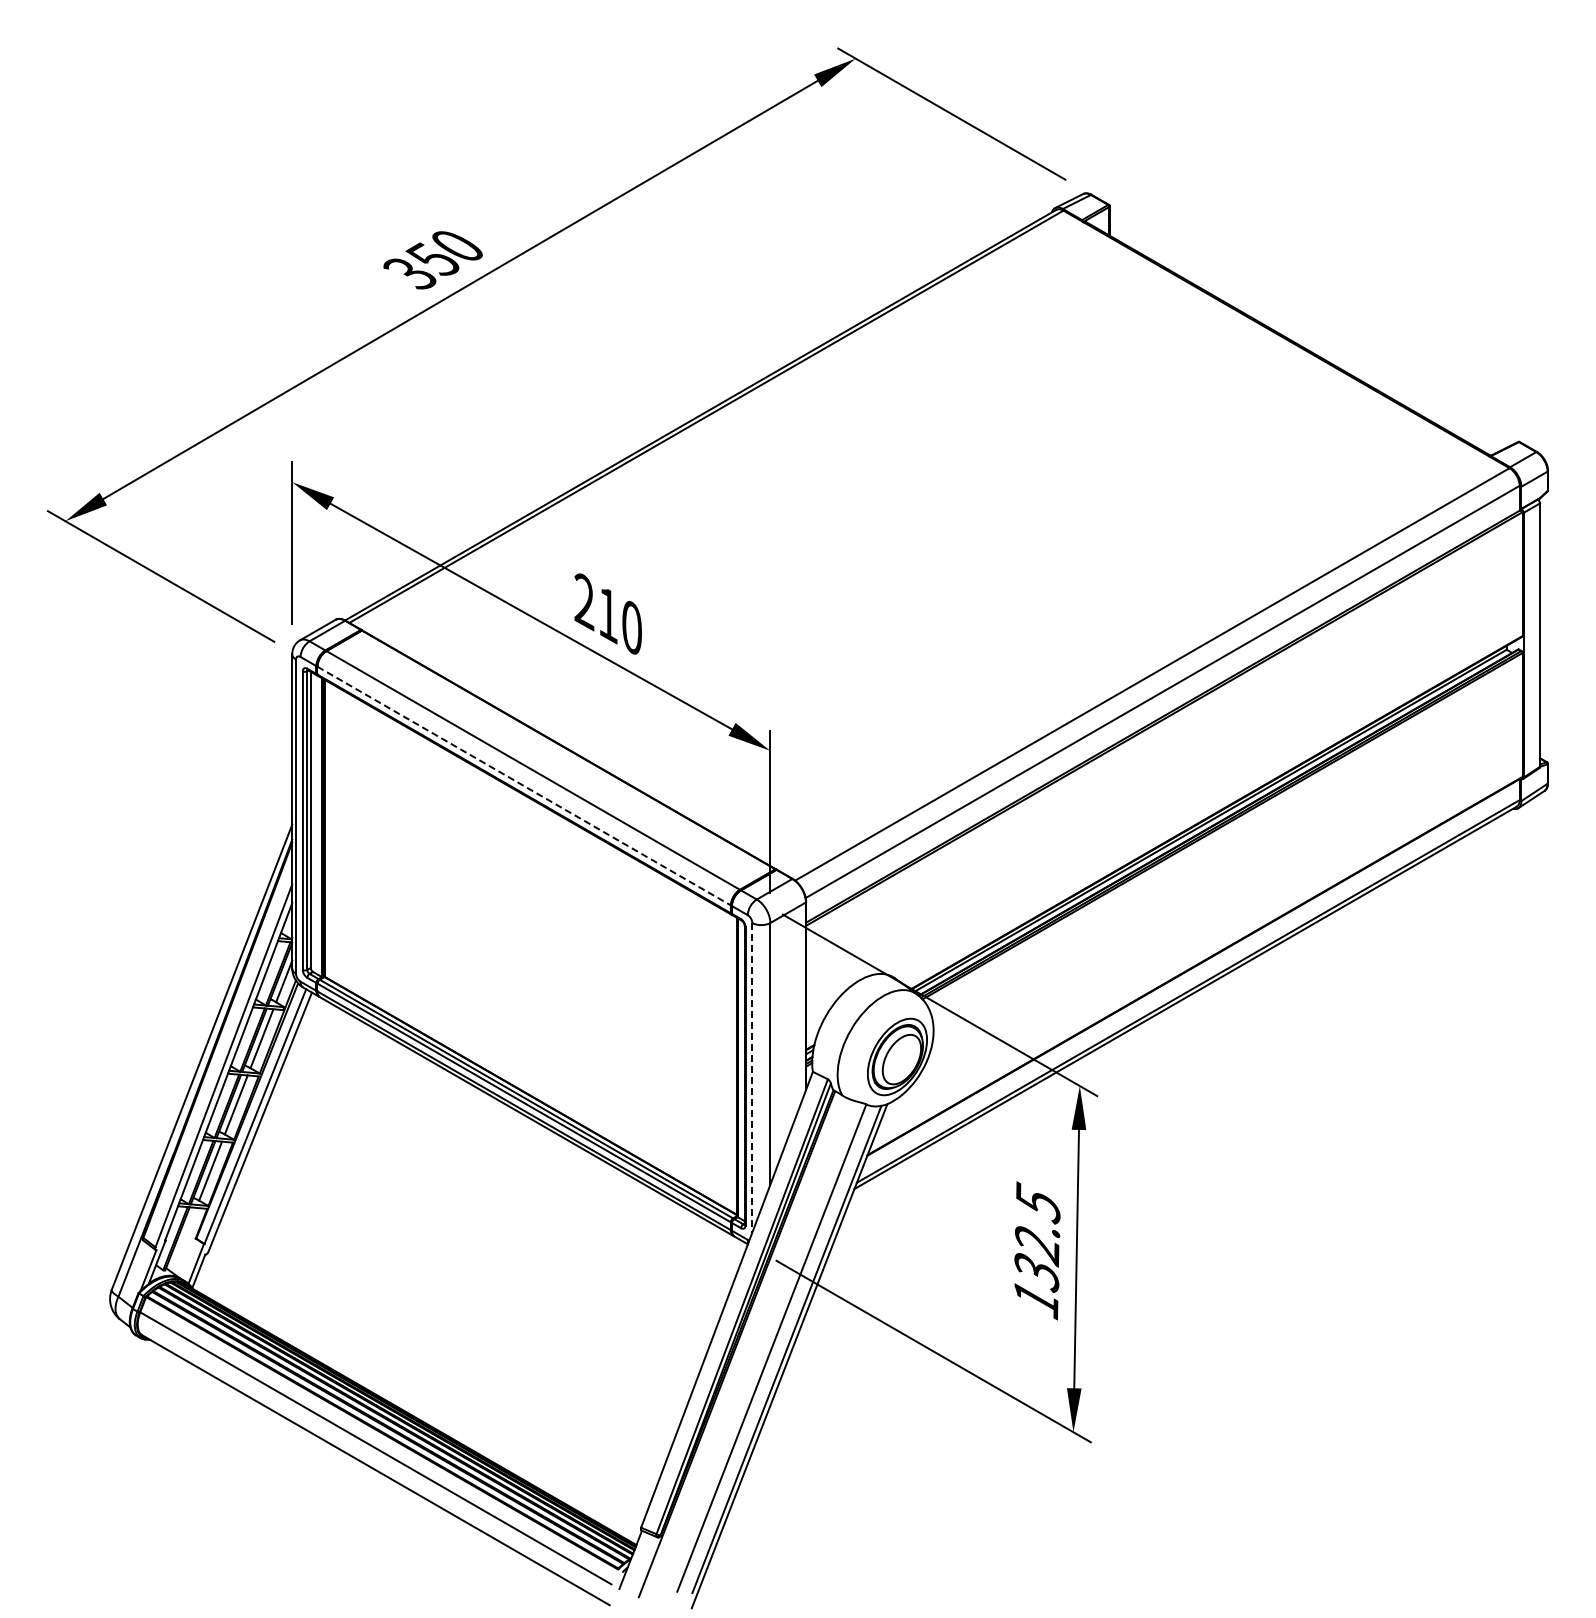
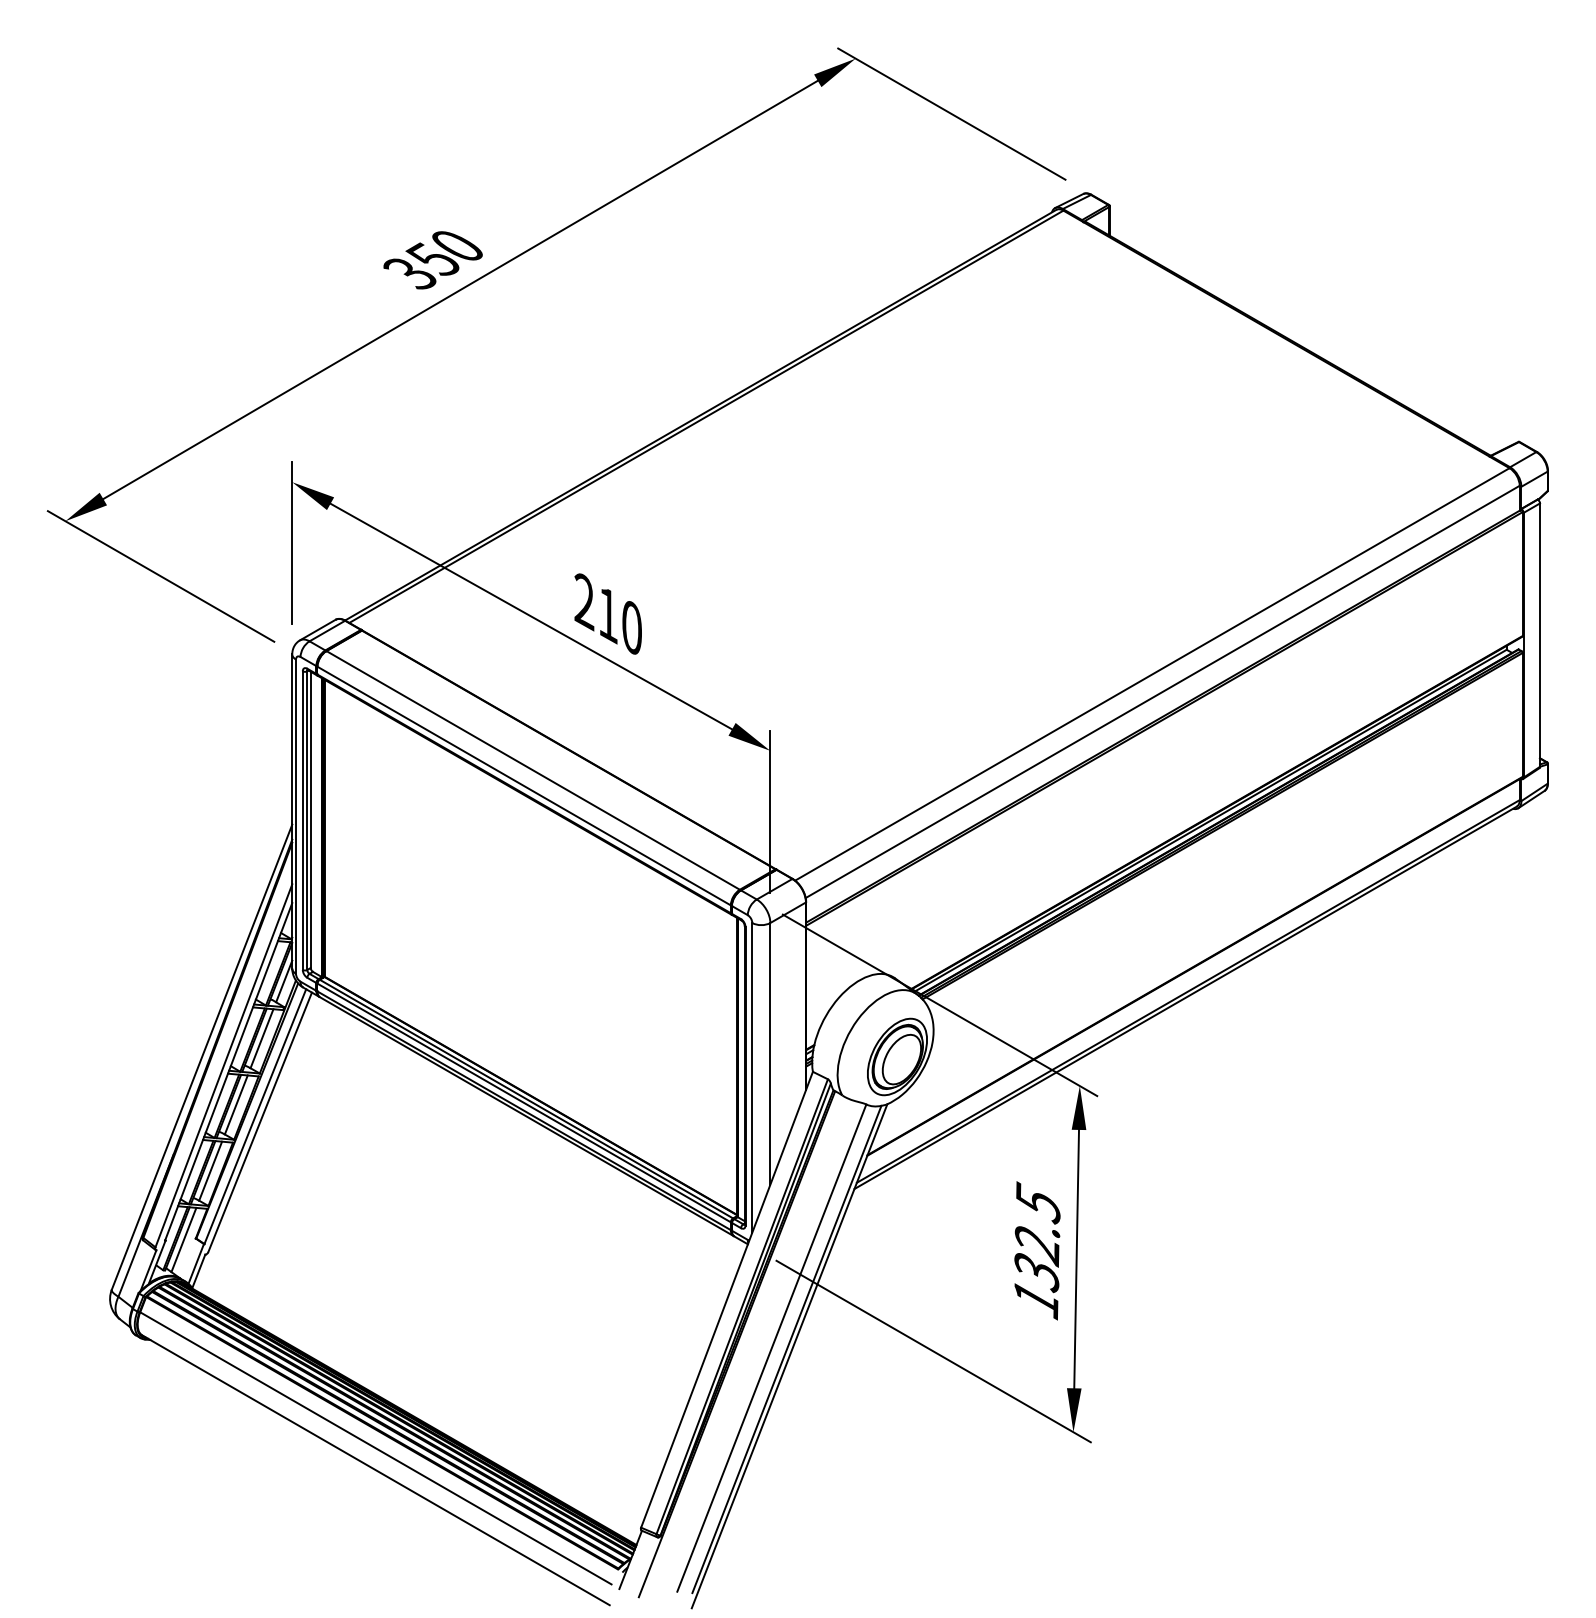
line at (524, 786): dashed -> solid
line at (752, 1077): dashed -> solid
line at (183, 1239): none -> present
